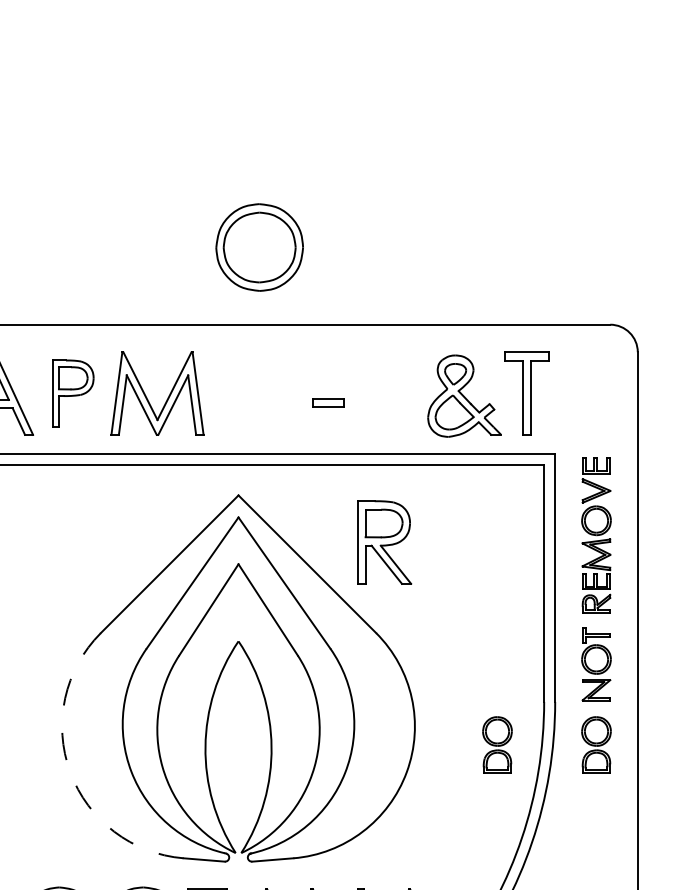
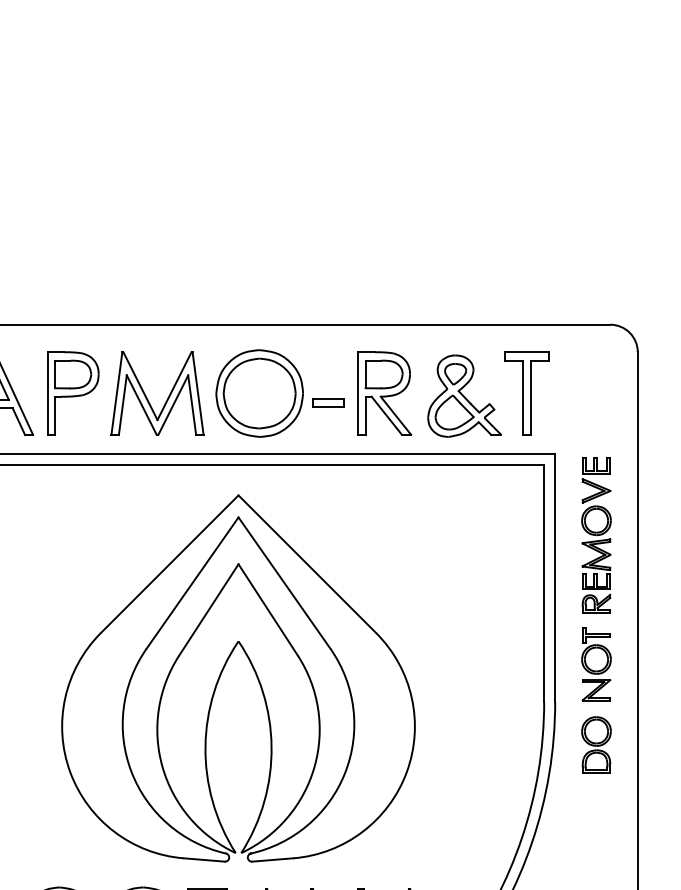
part at (259, 247) position: (259, 247) -> (259, 393)
part at (73, 393) size: 43x69 px -> 53x85 px
part at (384, 542) position: (384, 542) -> (384, 393)
part at (497, 744): present -> none
arc at (70, 772): dashed -> solid
